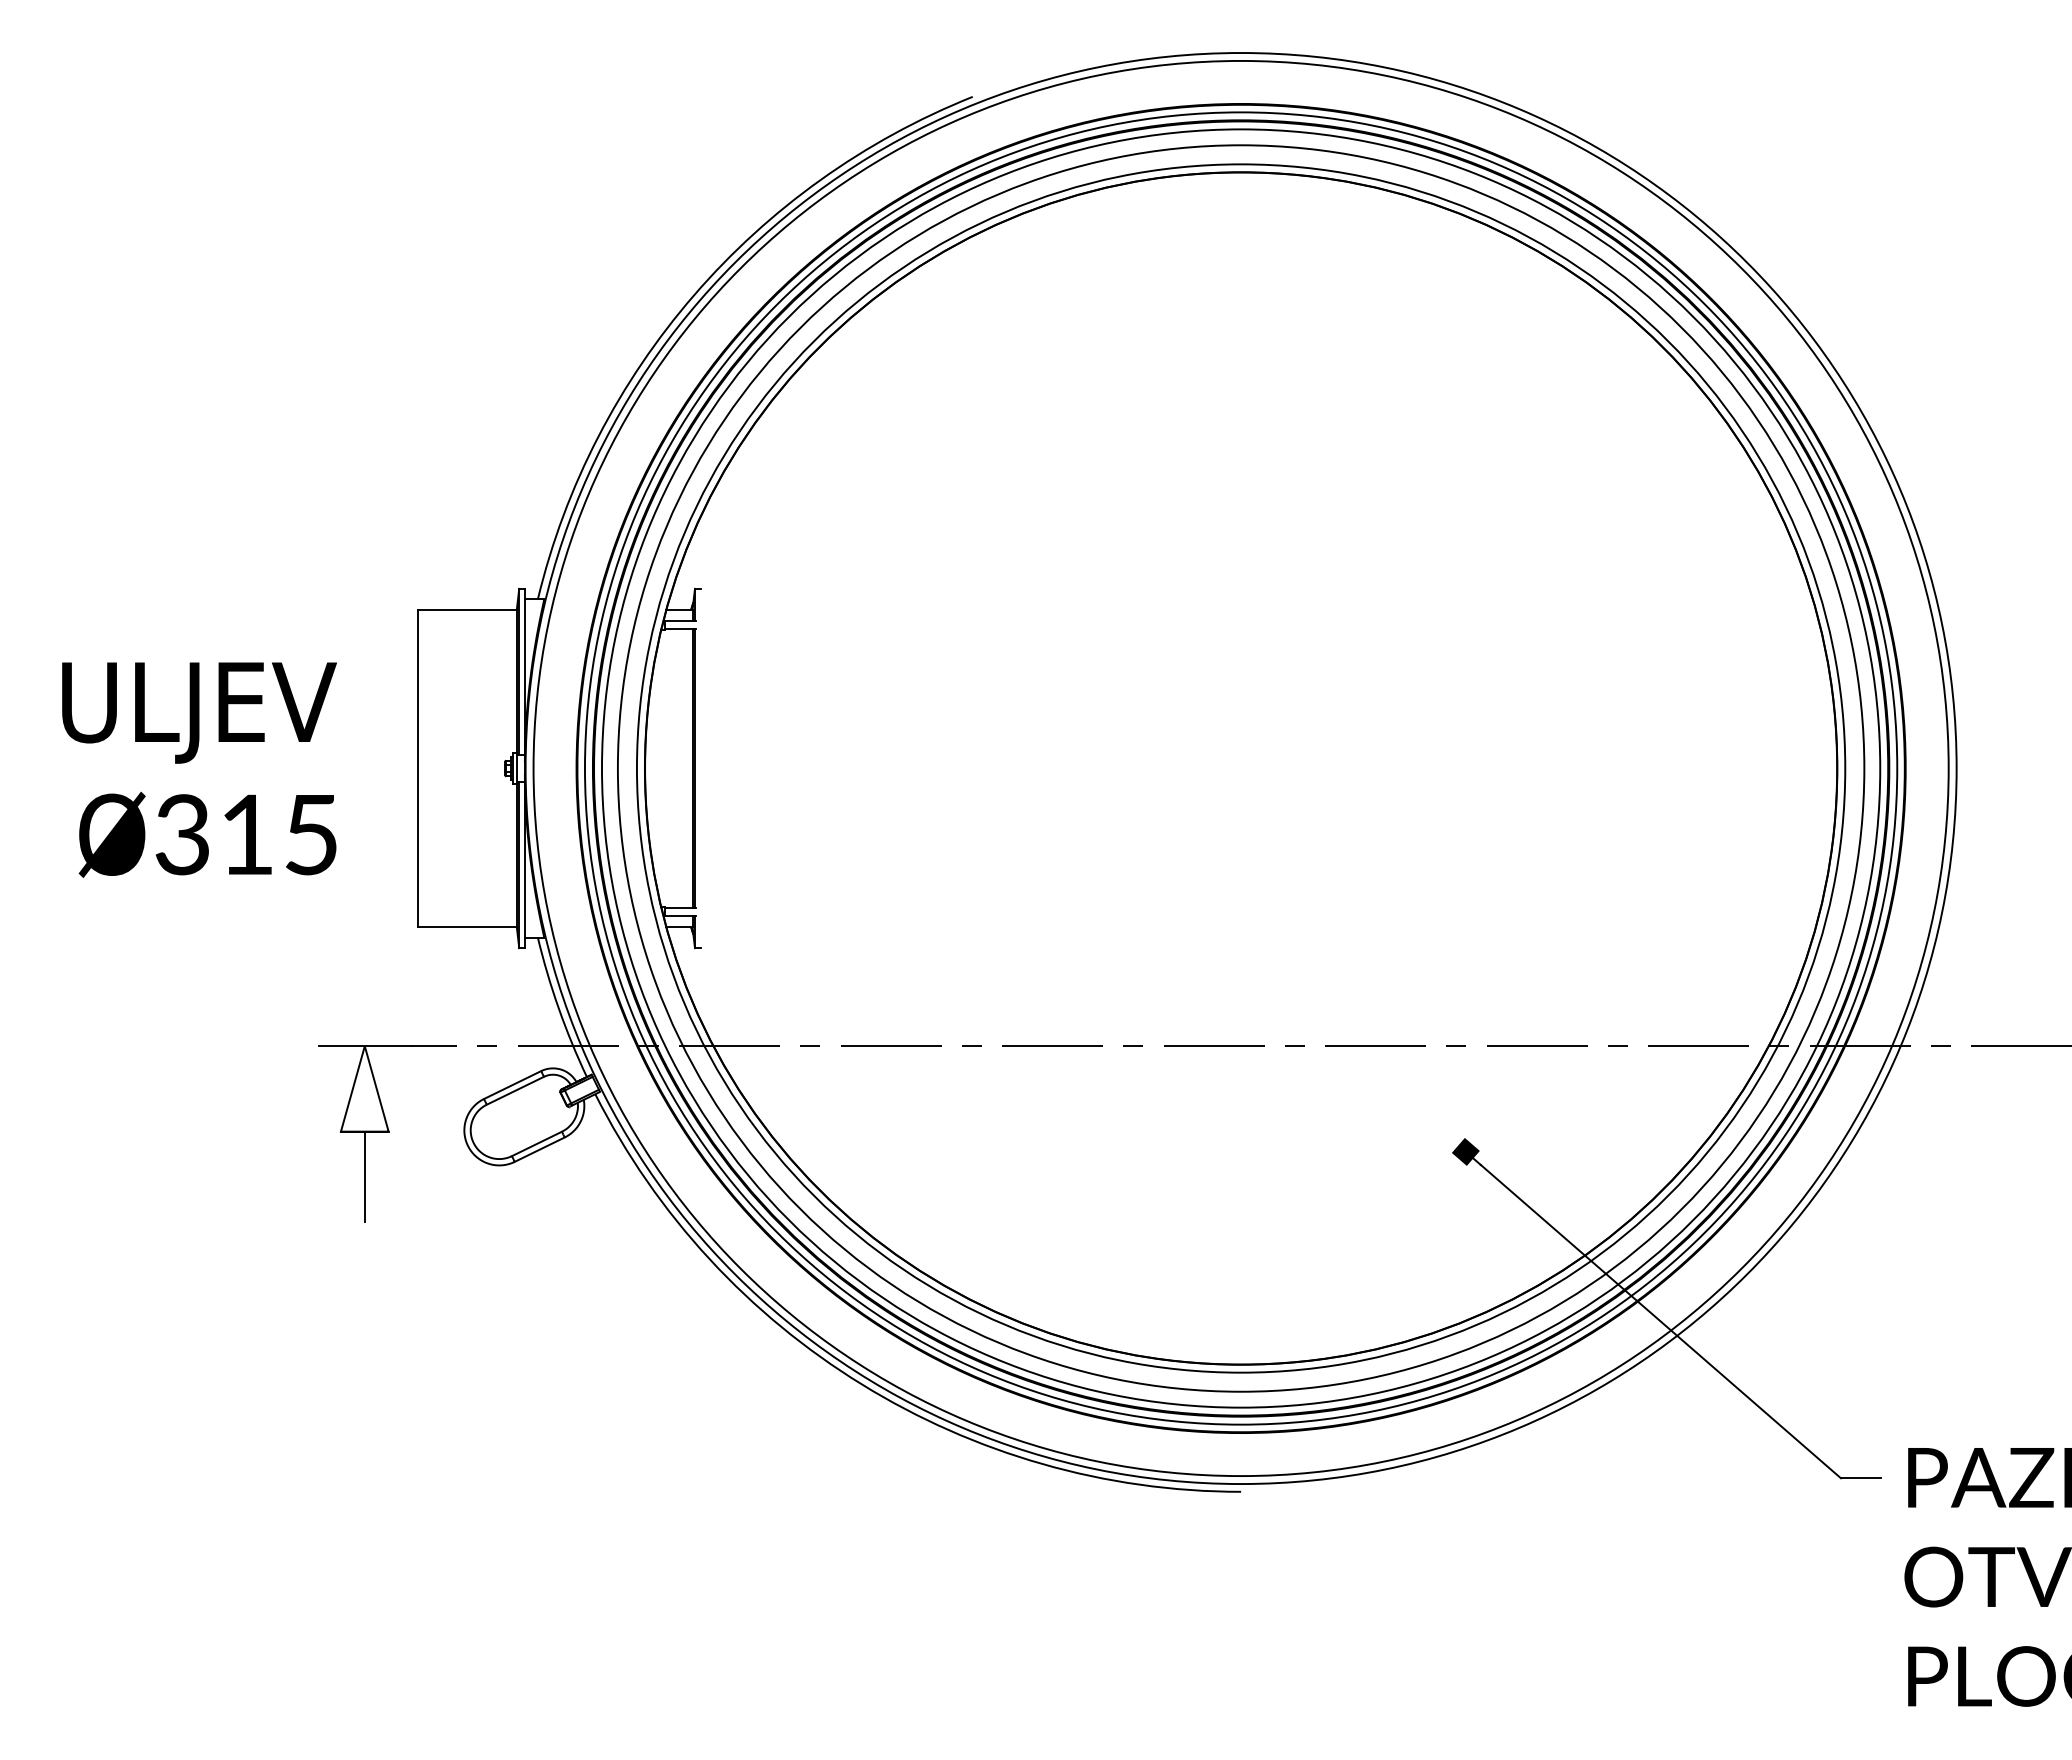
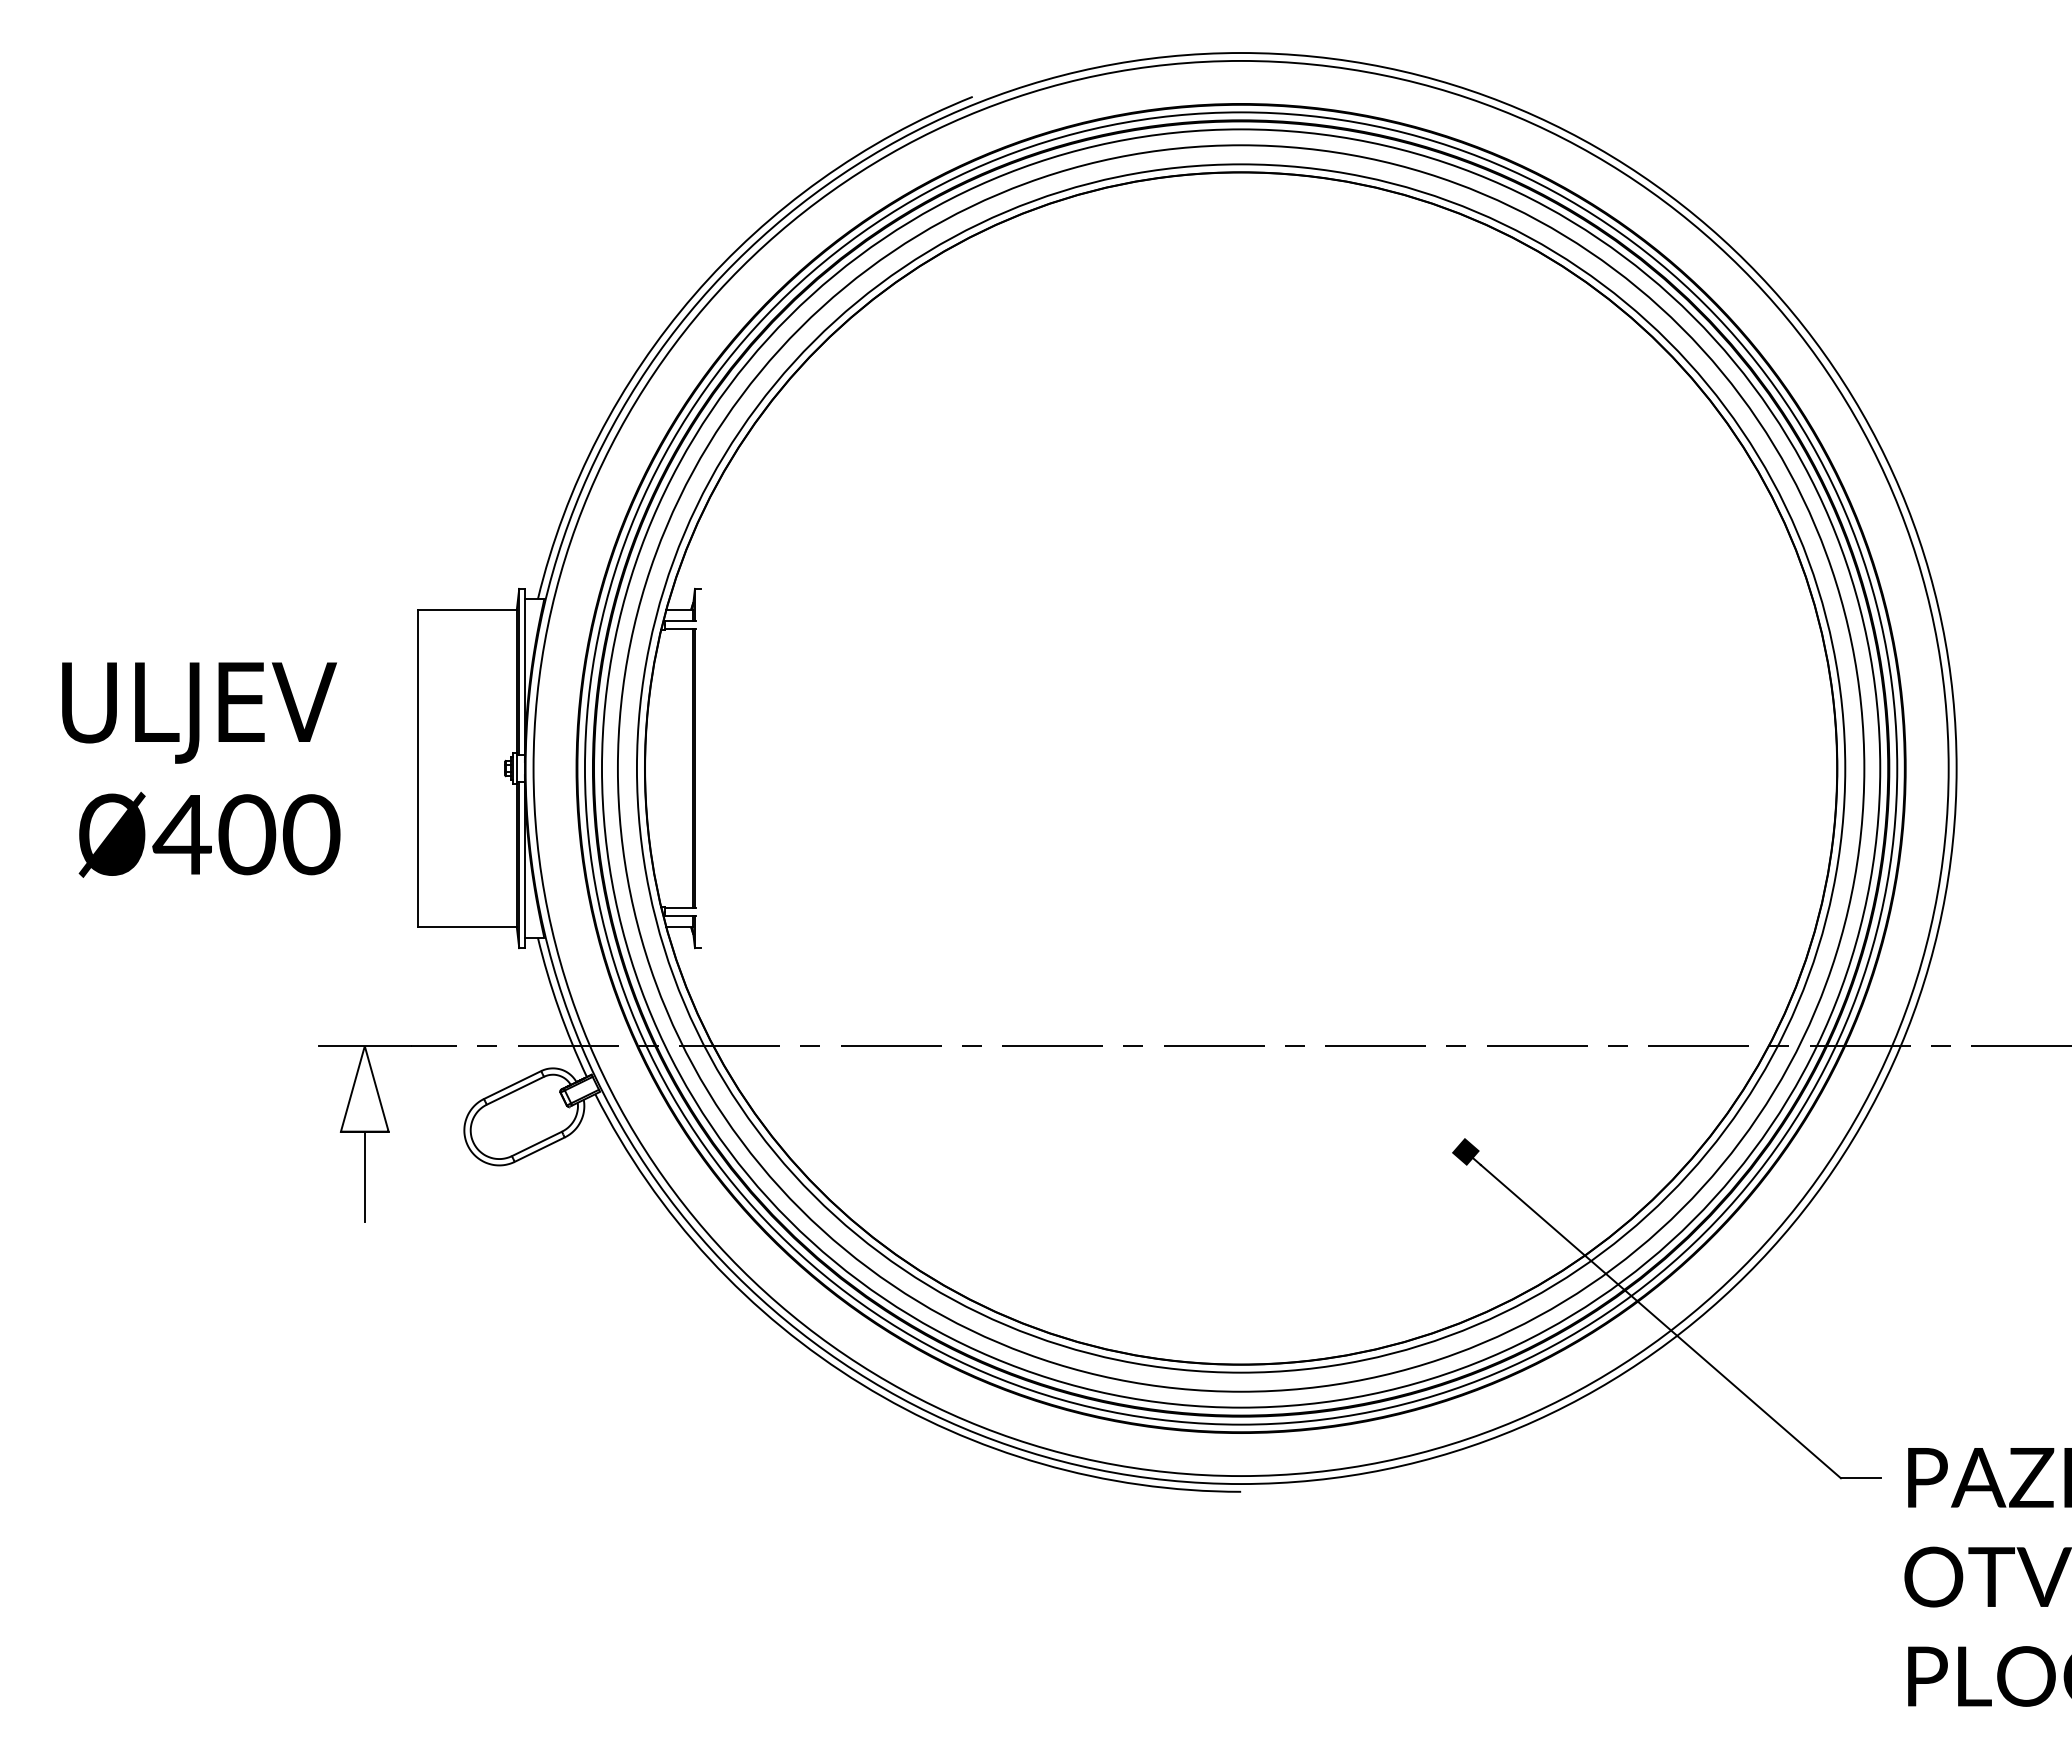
text at (246, 834): 315 -> 400
